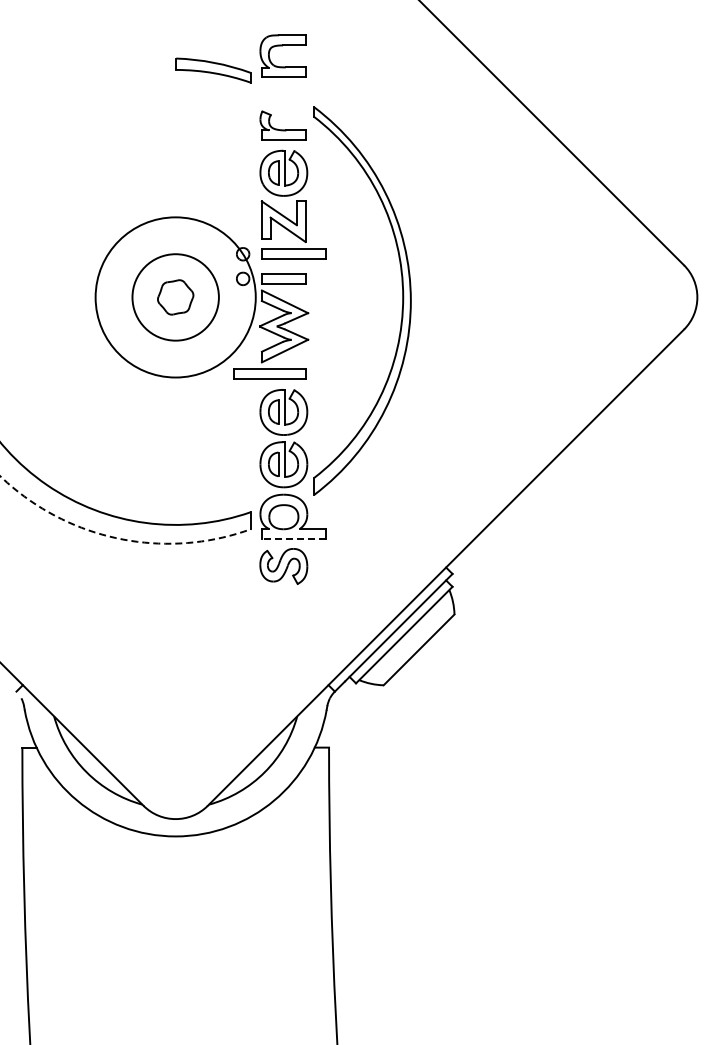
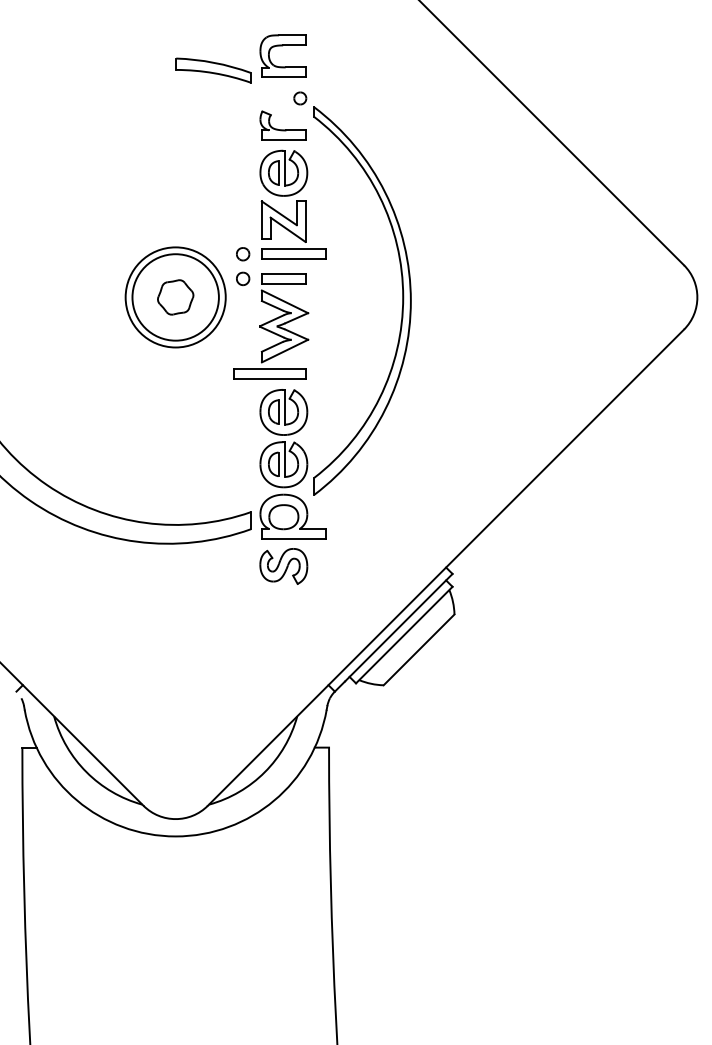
part at (300, 98): none -> present
circle at (175, 297) diameter: 160 px -> 100 px
arc at (118, 538): dashed -> solid
line at (293, 538): dashed -> solid
